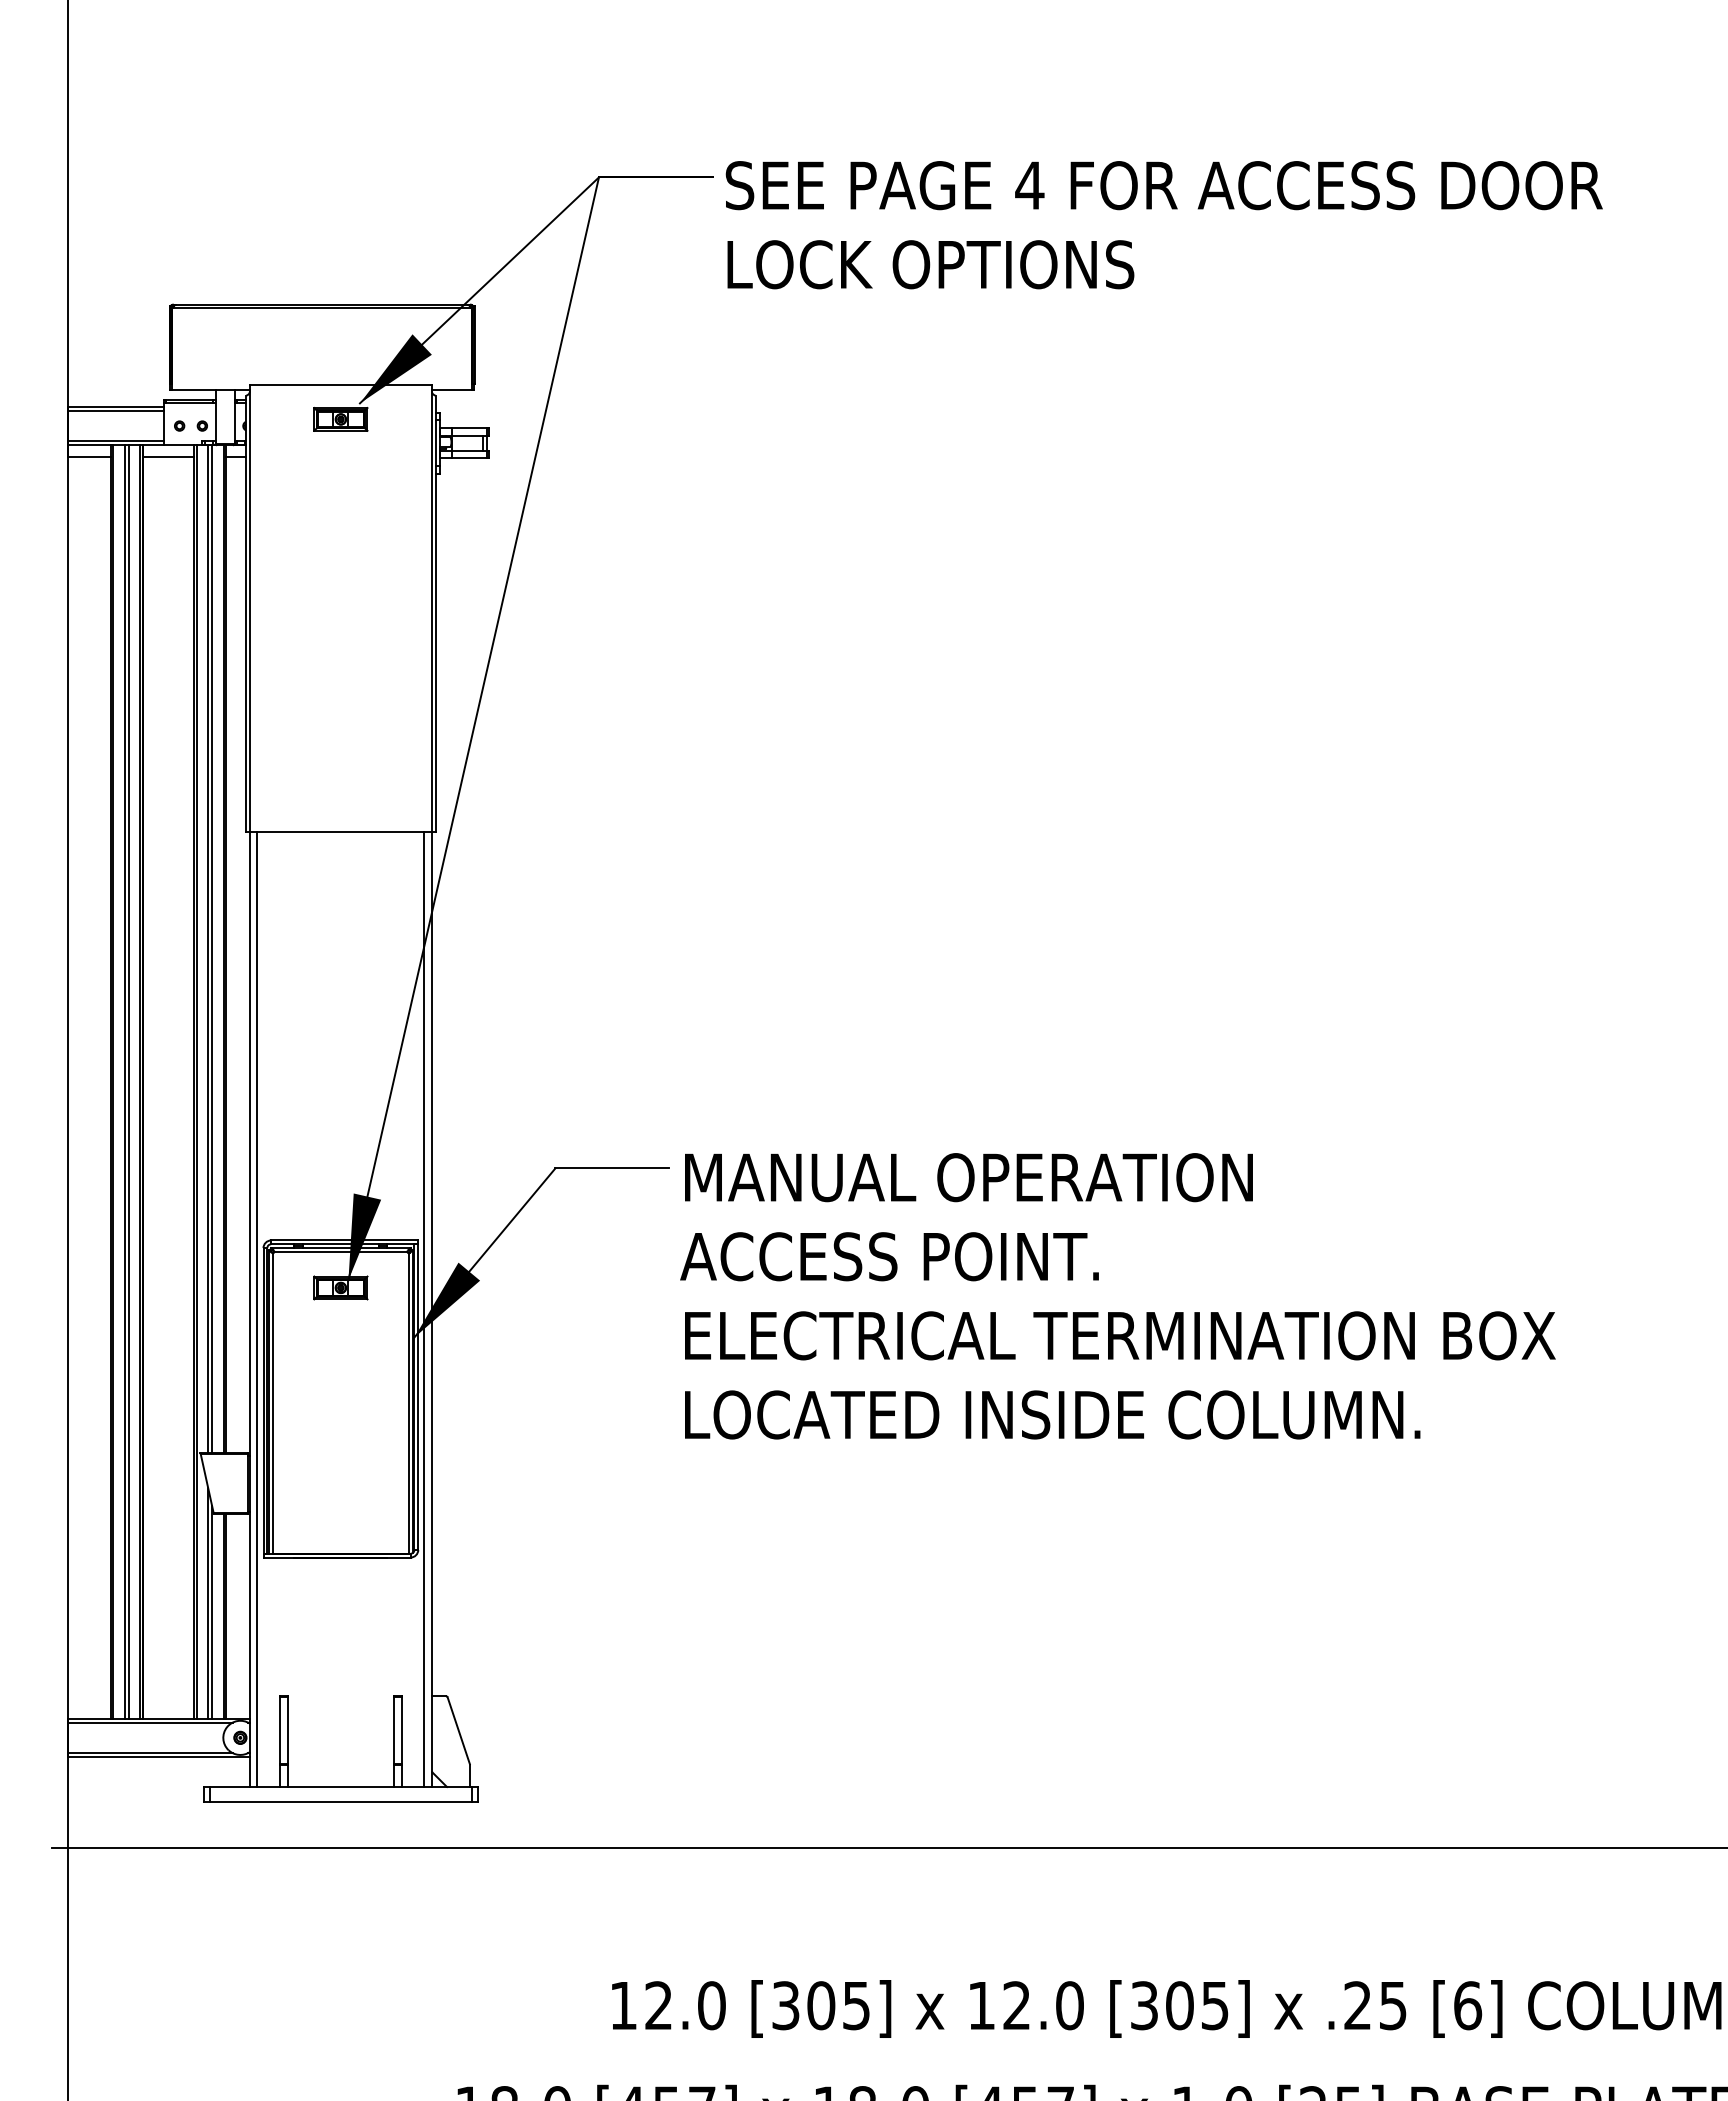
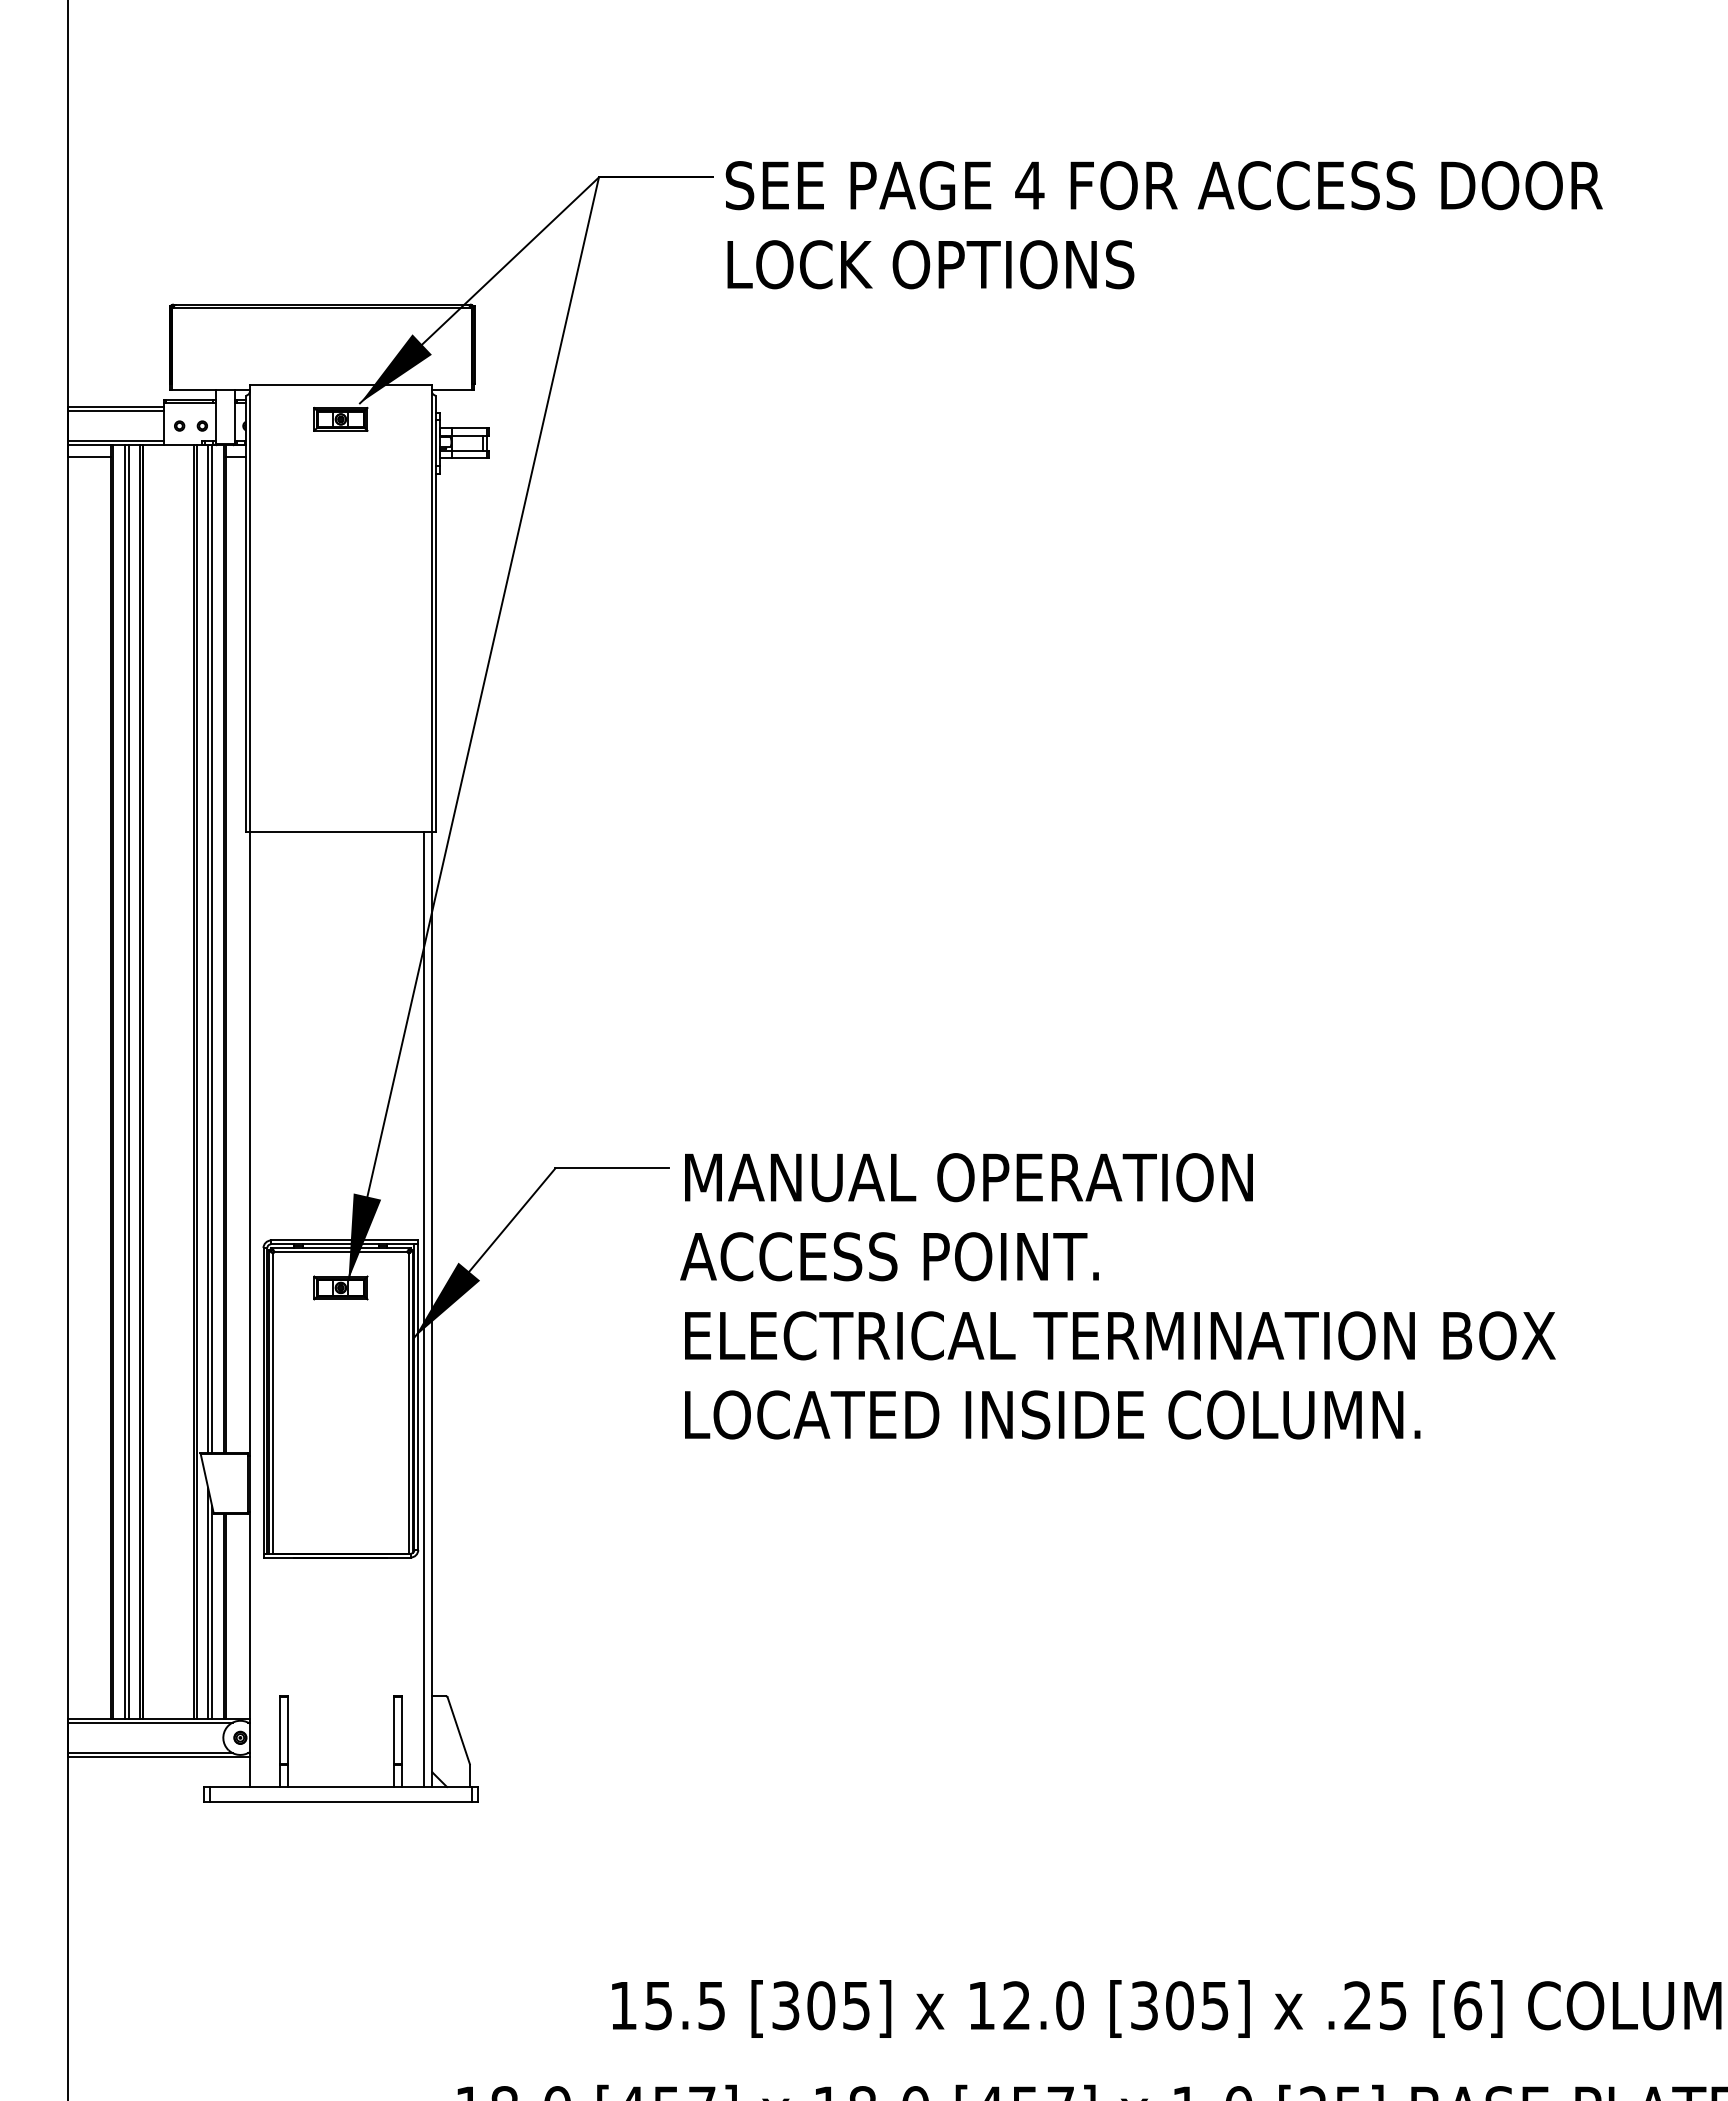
line at (168, 456): present -> none
line at (257, 1309): present -> none
line at (887, 1847): present -> none
text at (685, 2005): 12.0 -> 15.5
